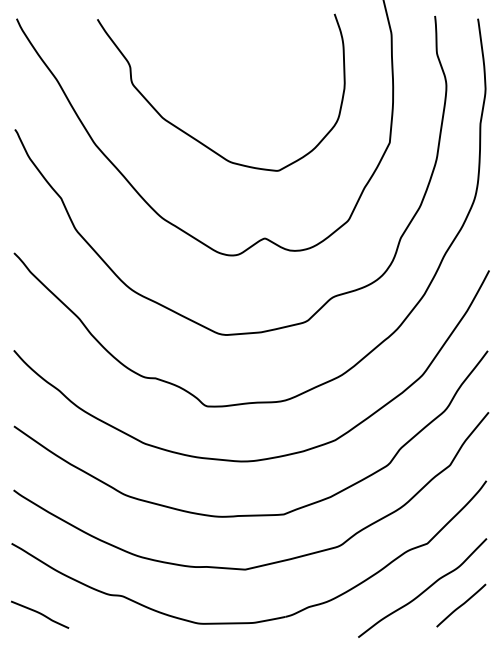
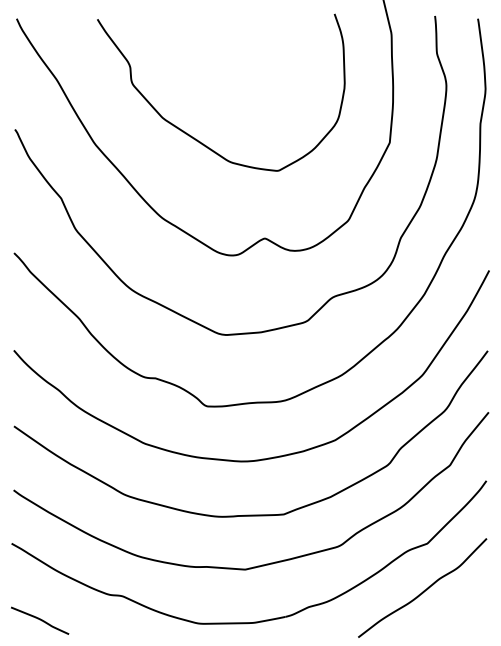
line at (461, 605): present -> none
curve at (40, 614) position: (40, 614) -> (40, 620)
